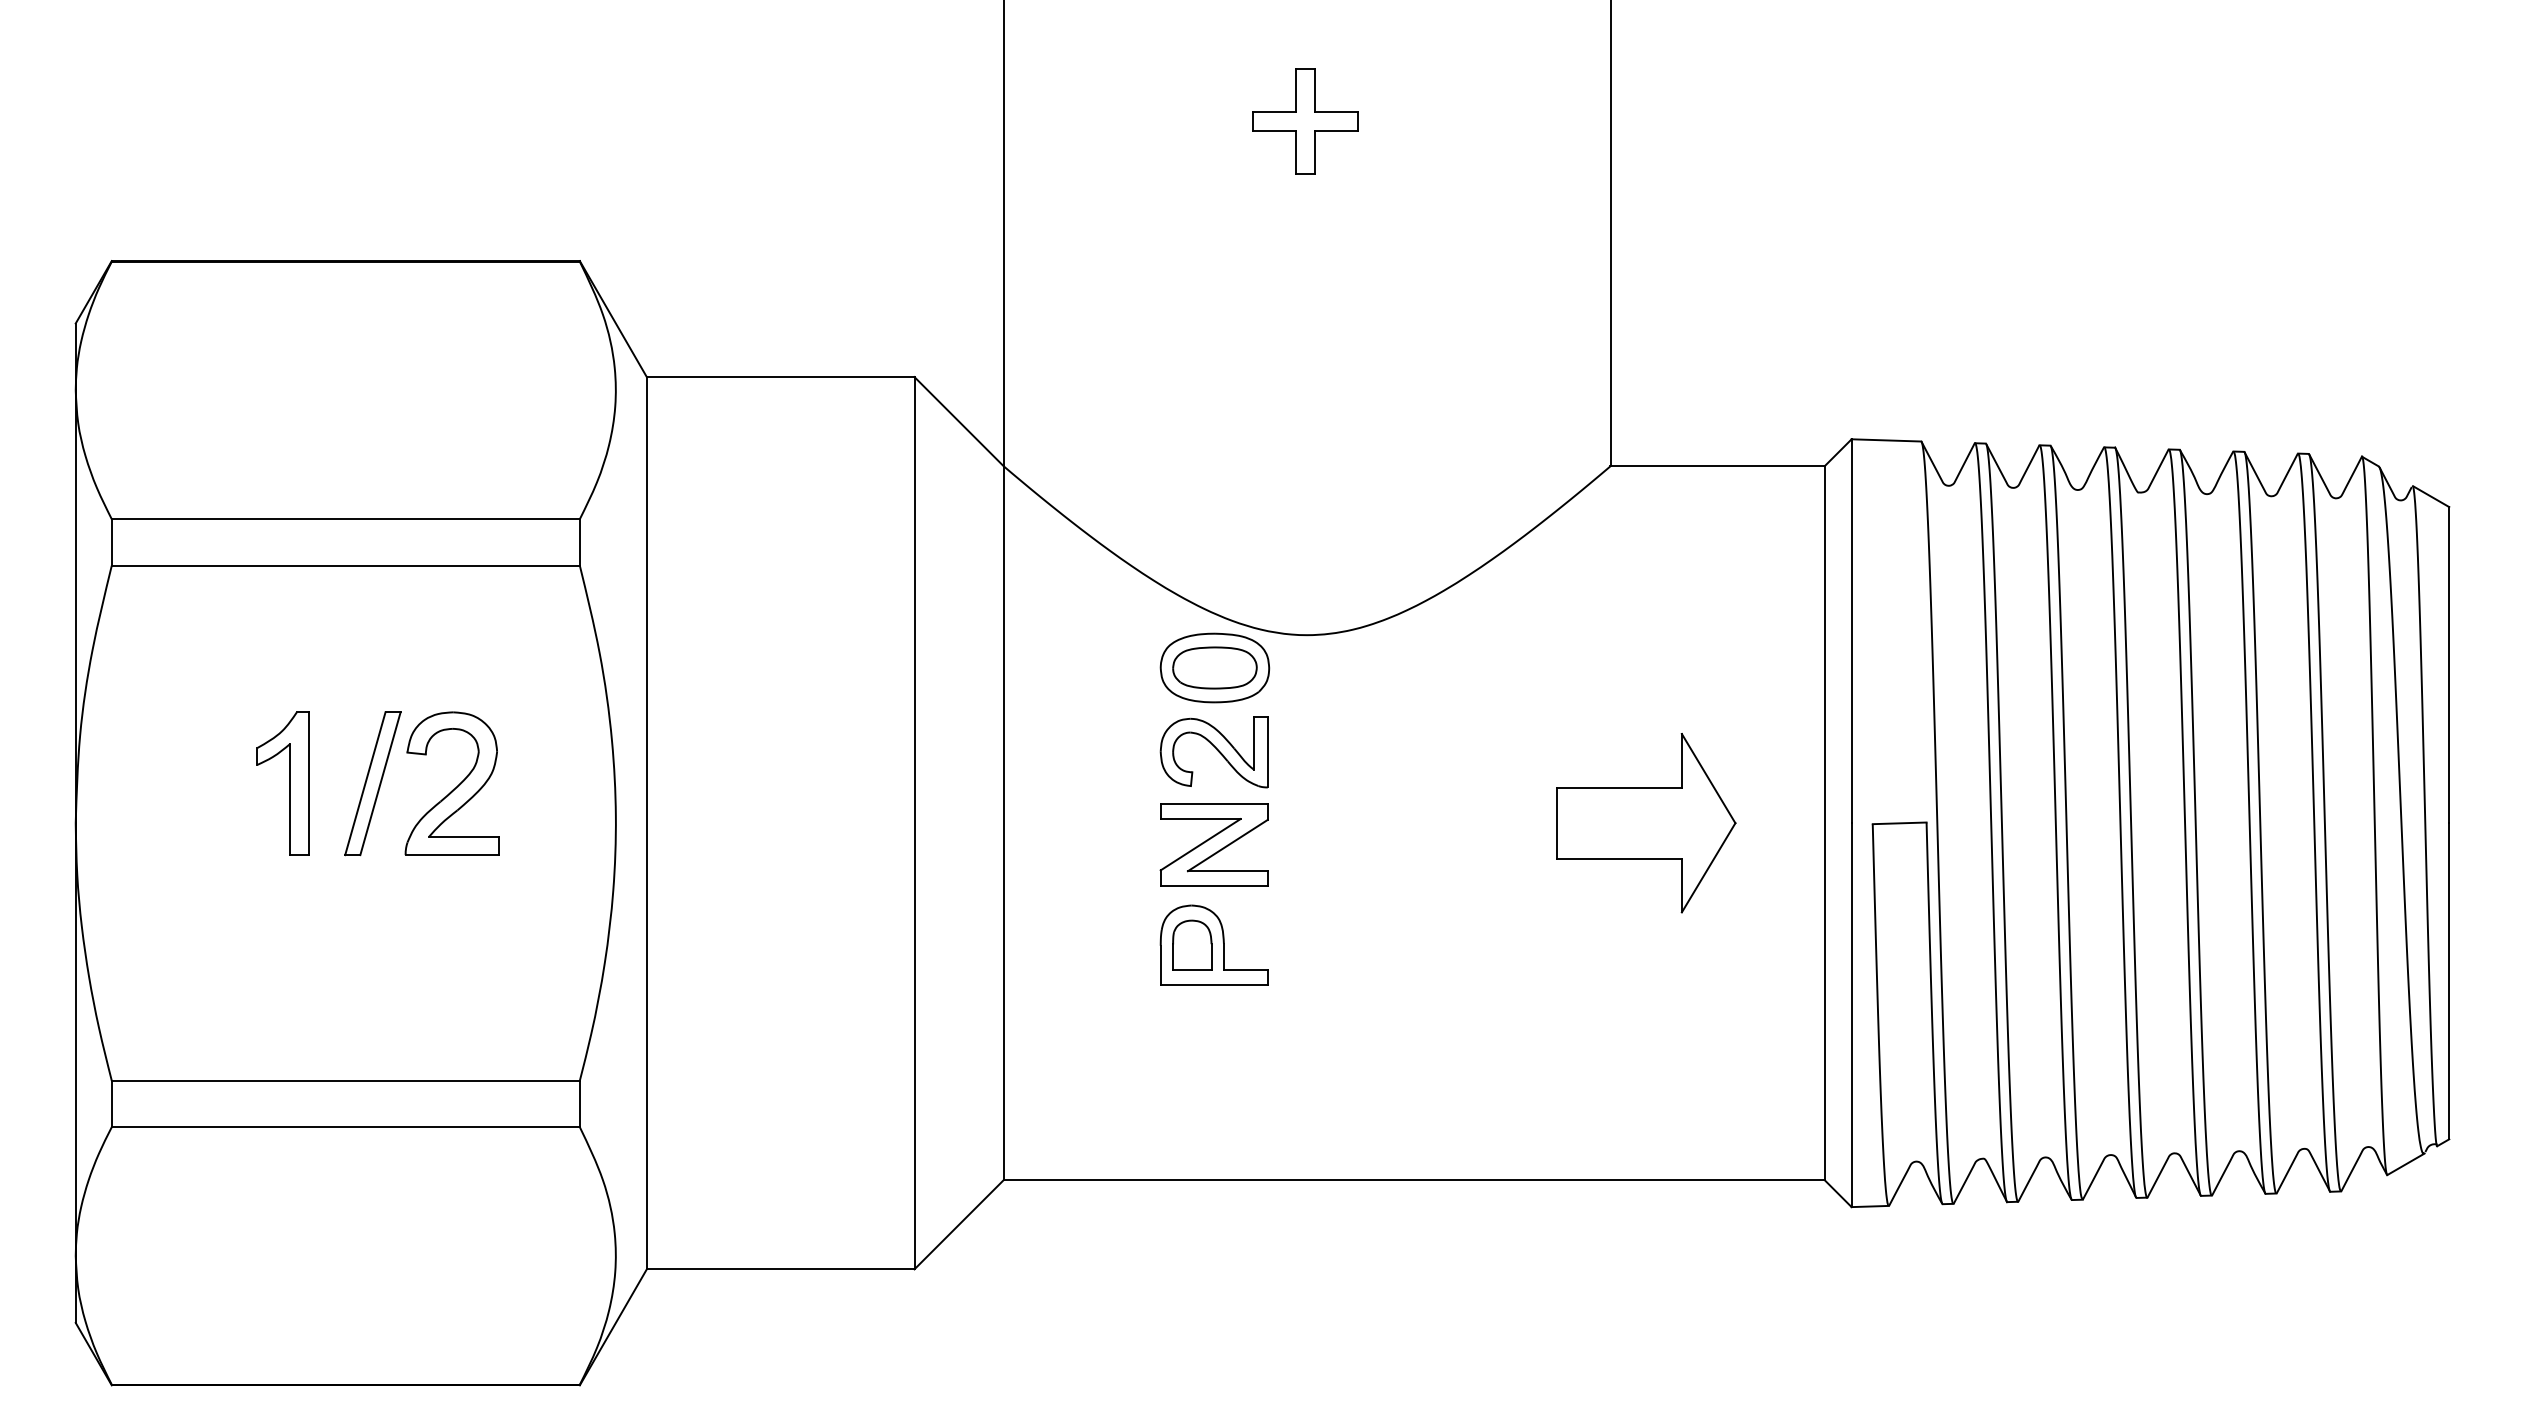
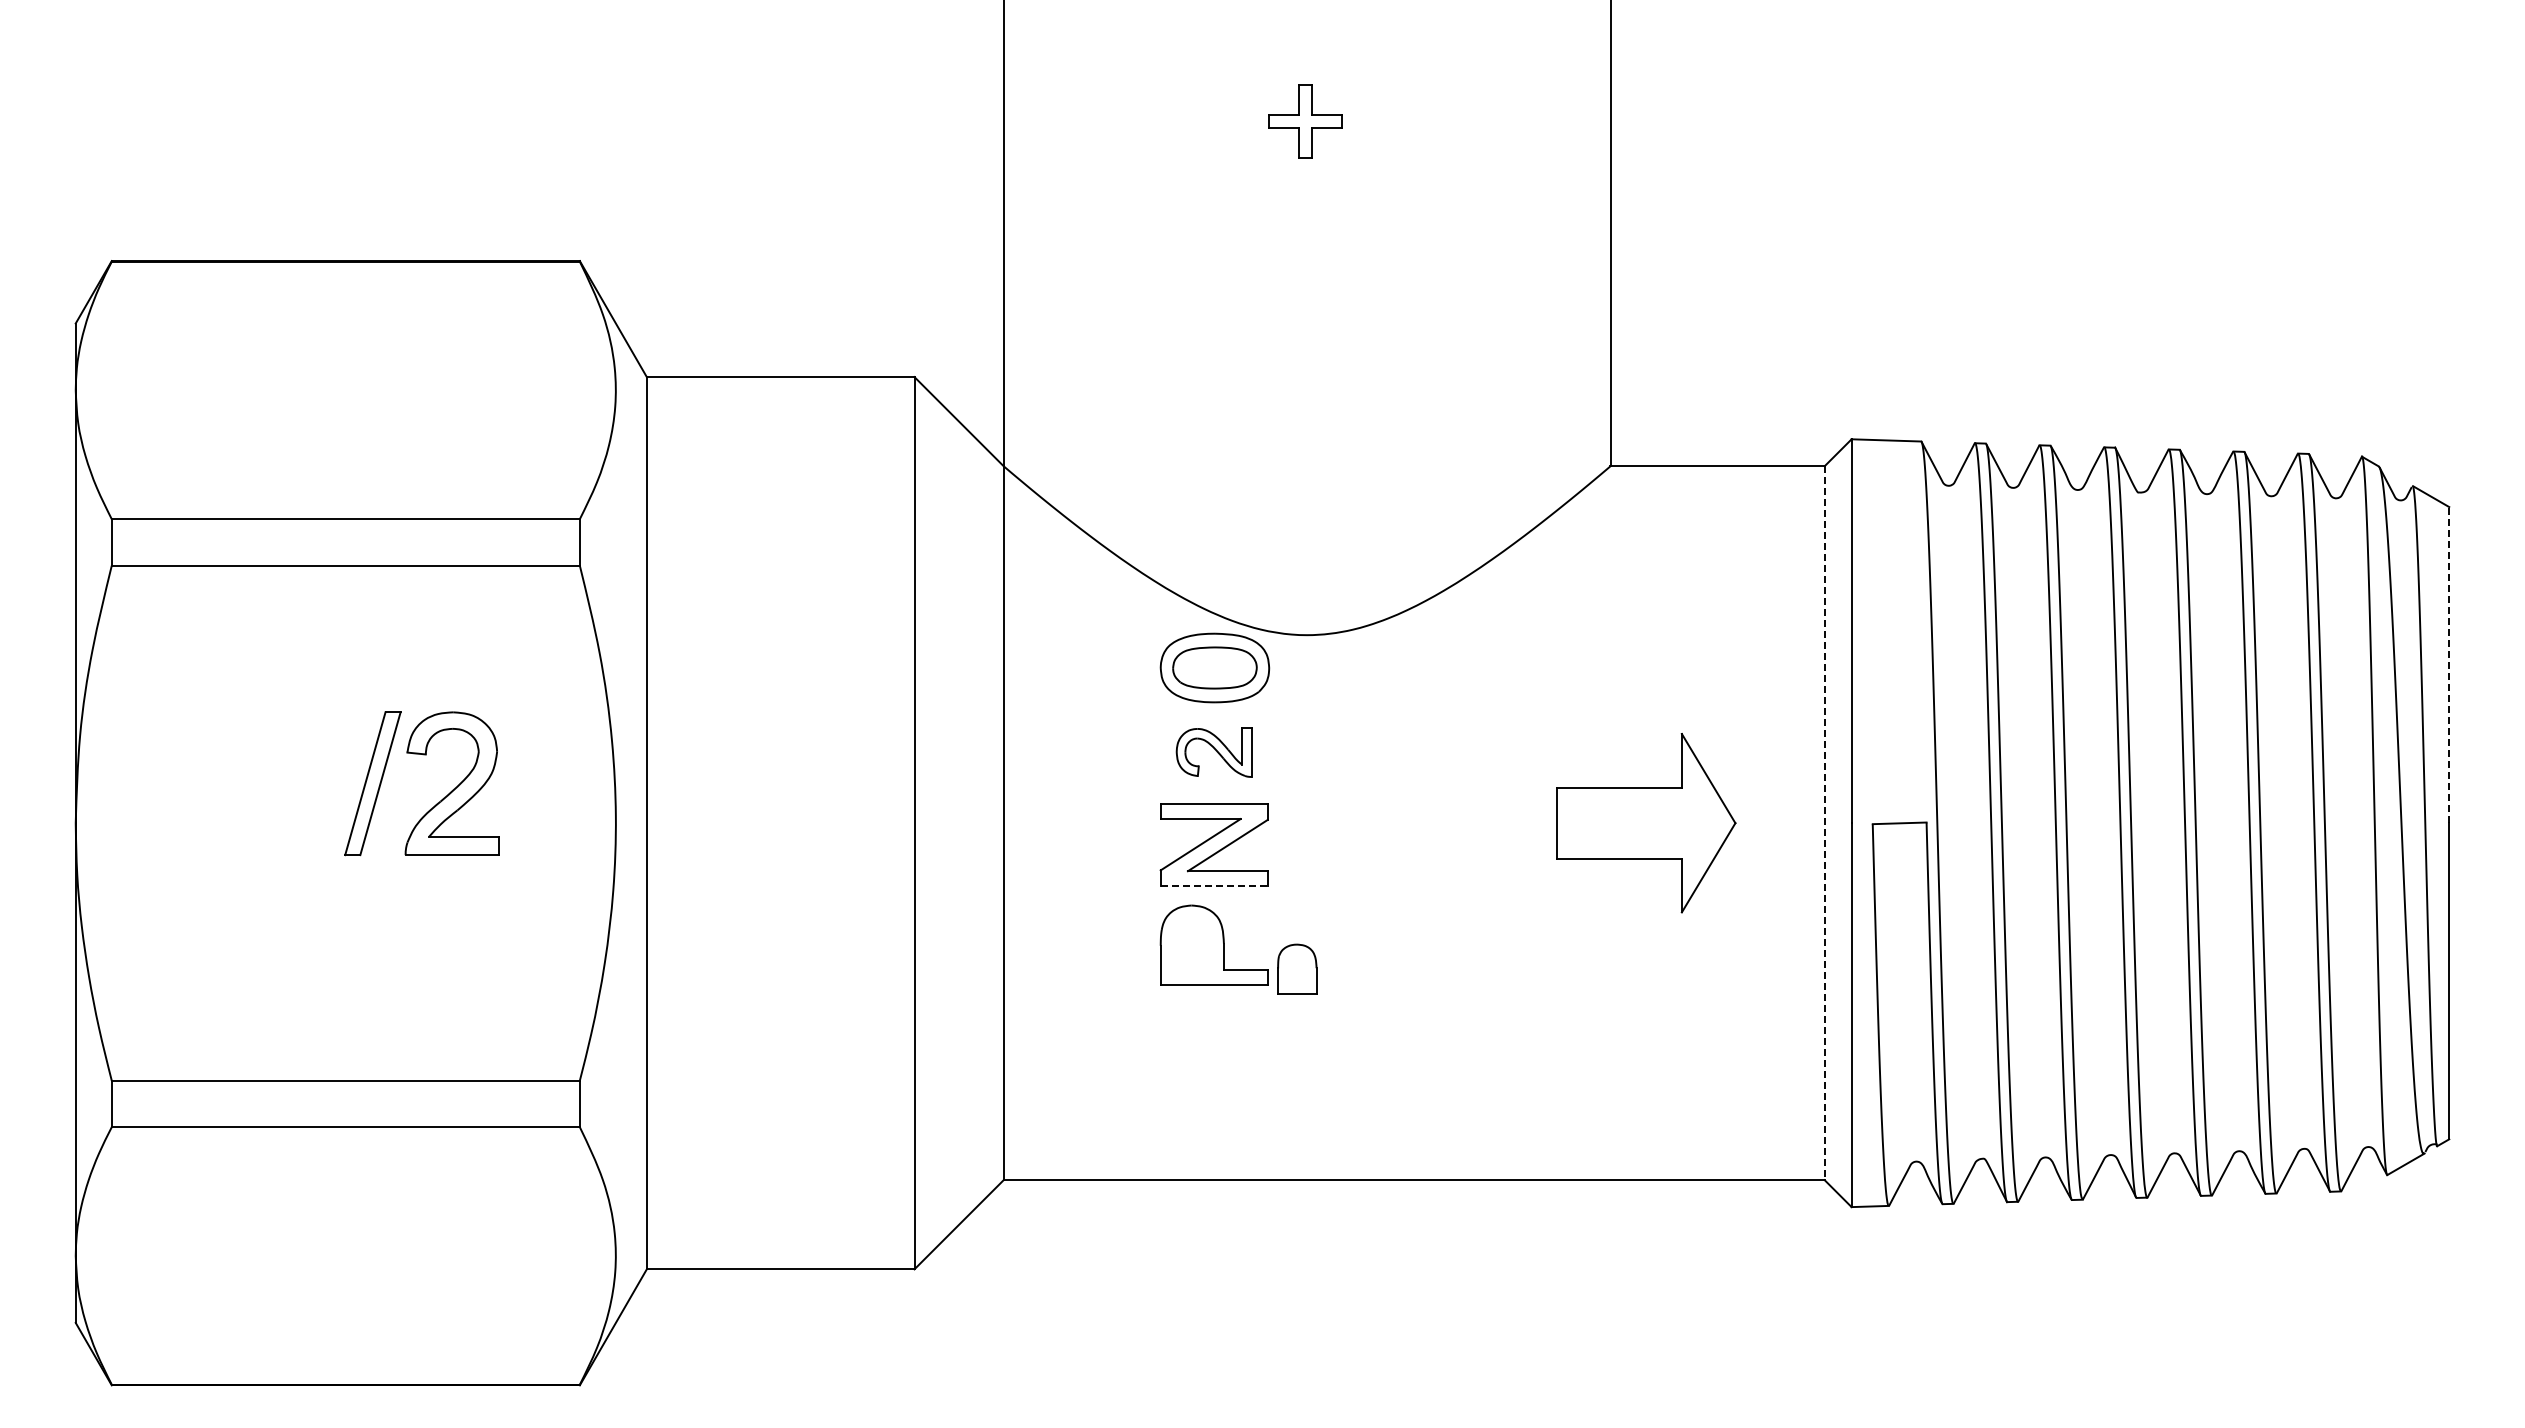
part at (1305, 121) size: 107x107 px -> 75x75 px
line at (2449, 664): solid -> dashed
part at (1213, 752) size: 110x73 px -> 78x51 px
part at (289, 783): present -> none
line at (1824, 823): solid -> dashed
line at (1214, 886): solid -> dashed
part at (1192, 944) position: (1192, 944) -> (1297, 968)
